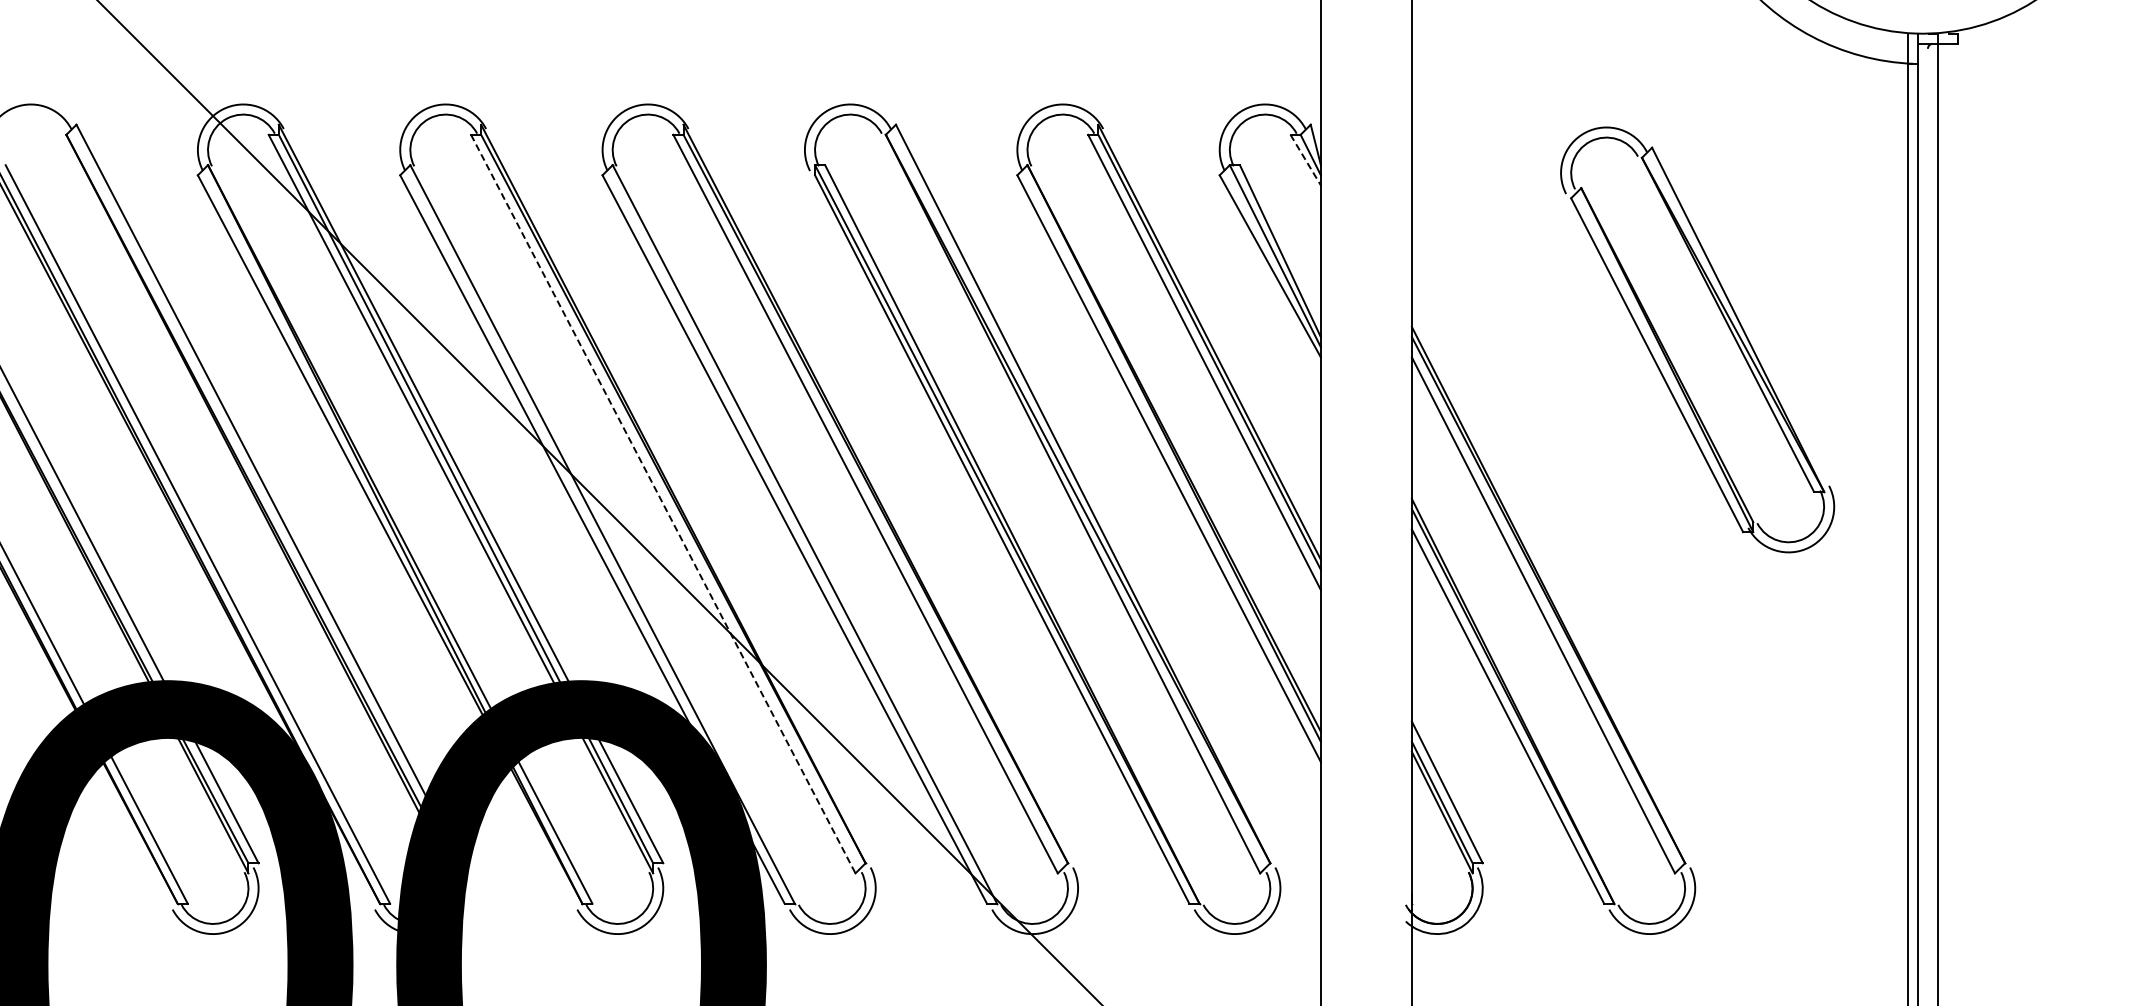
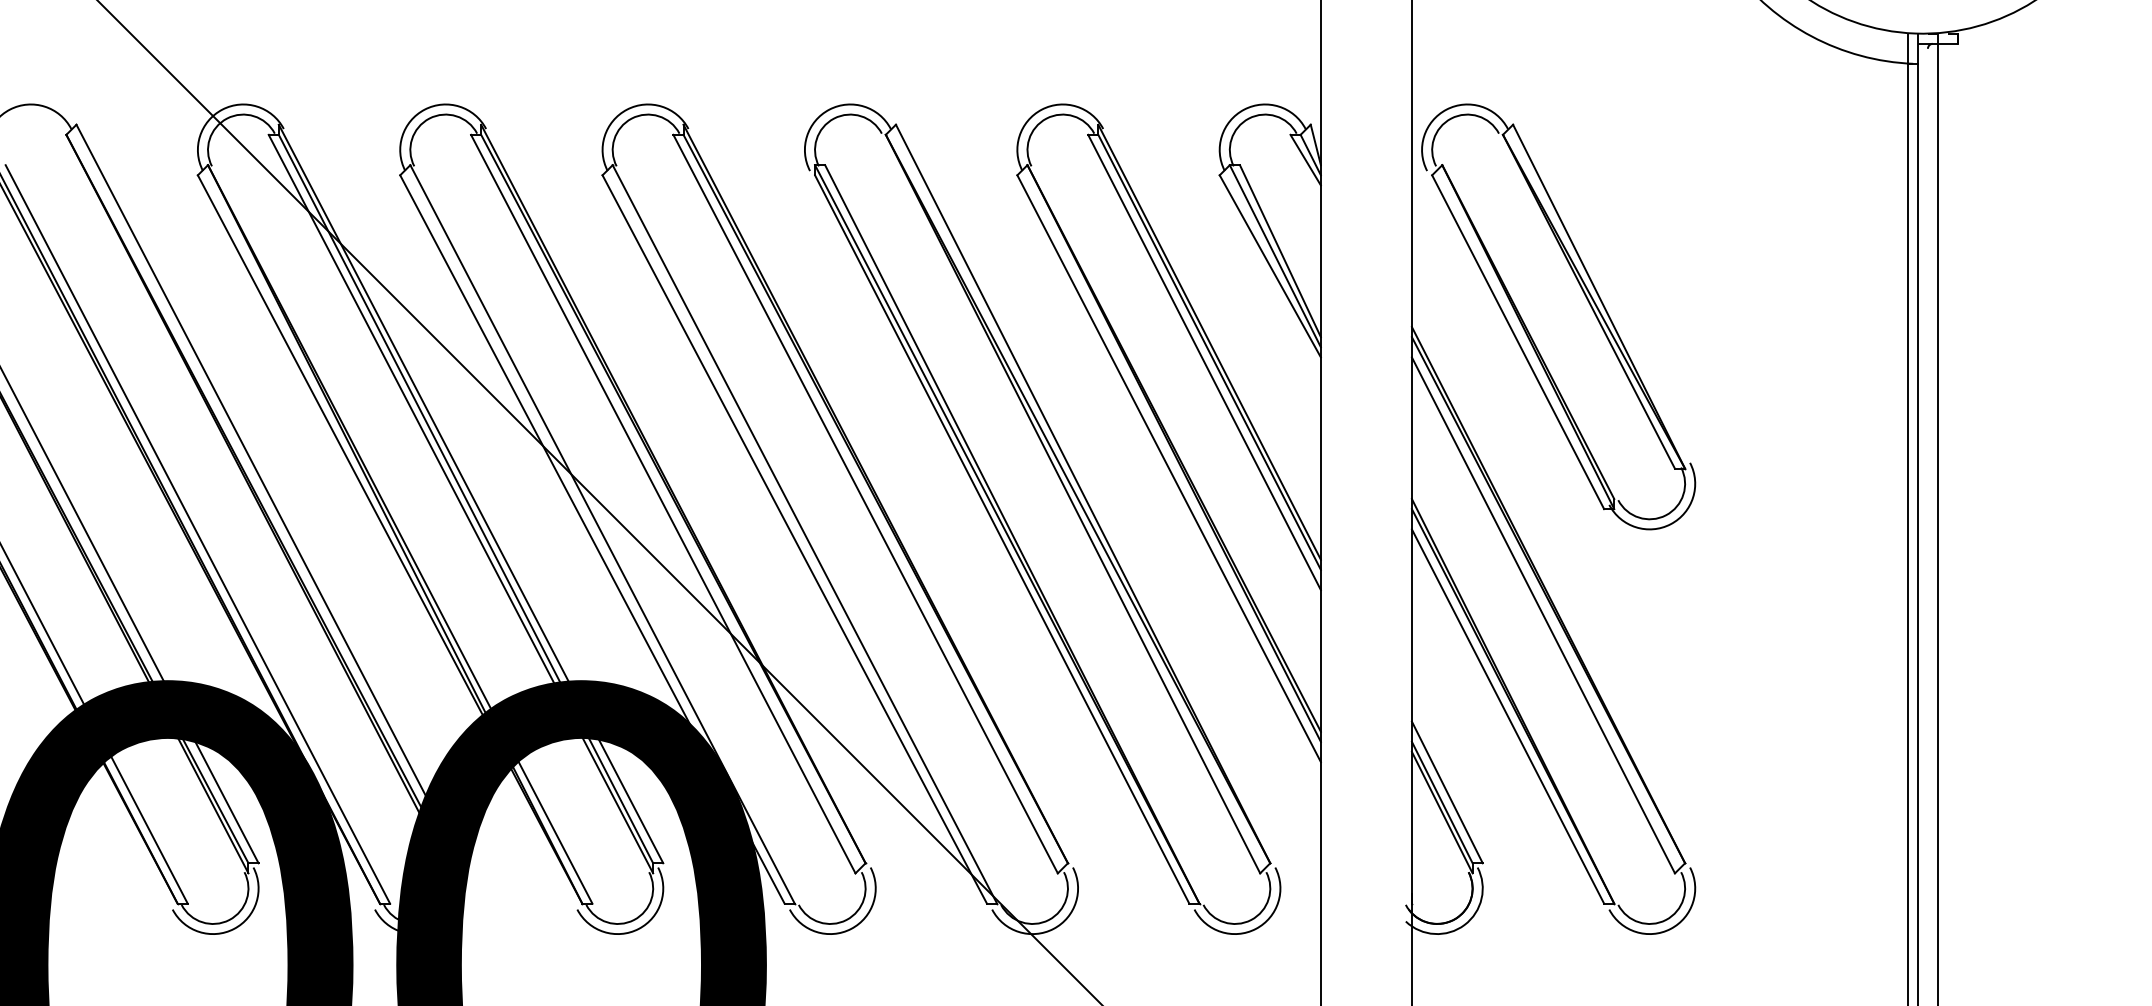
line at (1305, 160): dashed -> solid
part at (1726, 324) position: (1726, 324) -> (1587, 301)
line at (663, 504): dashed -> solid
